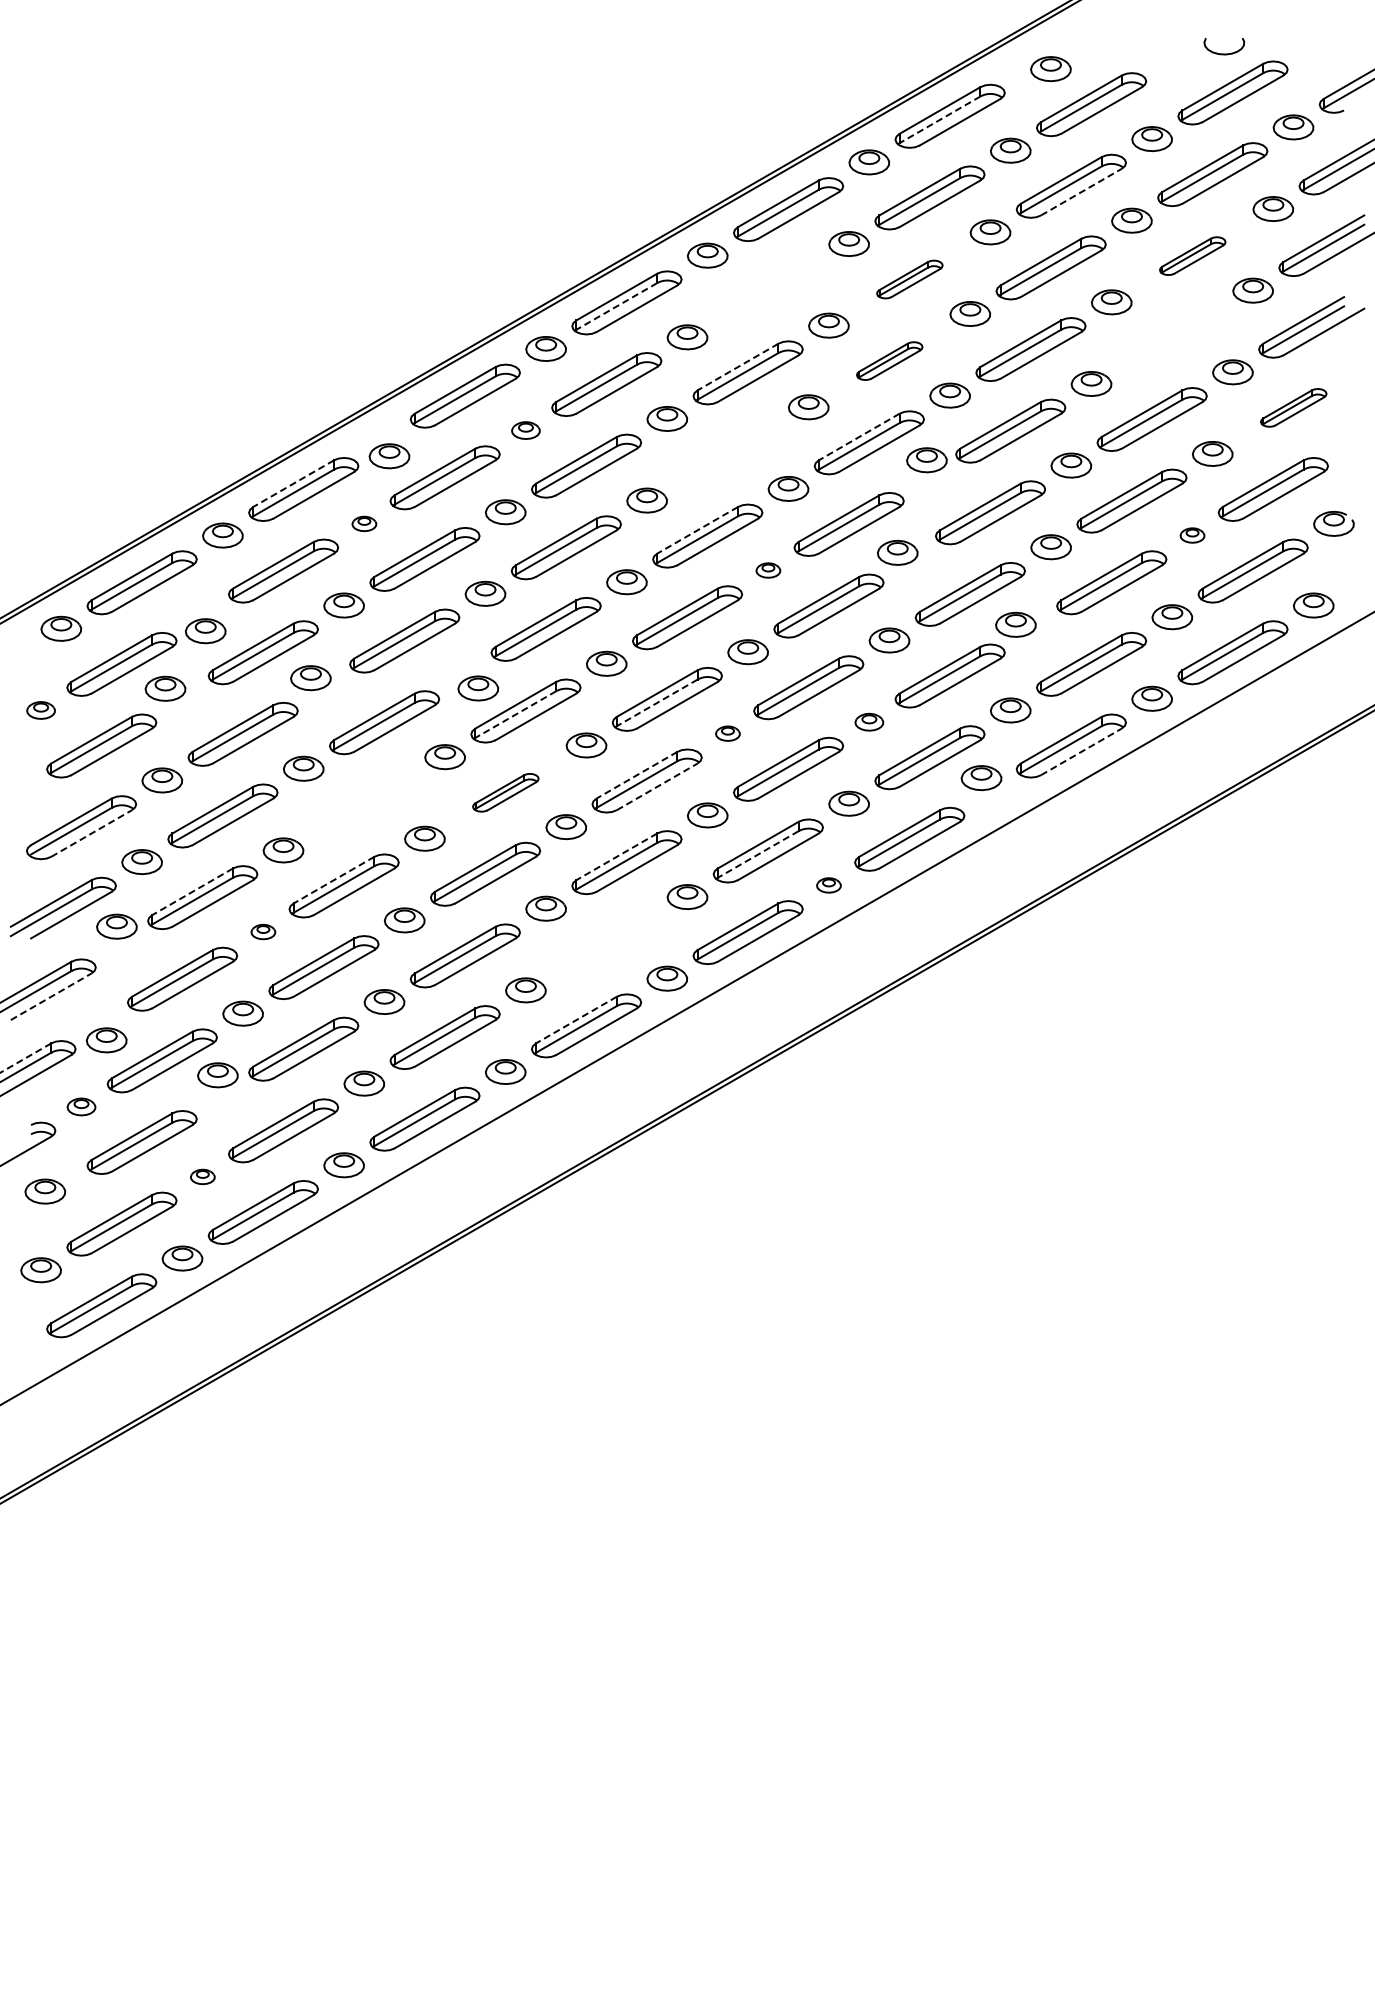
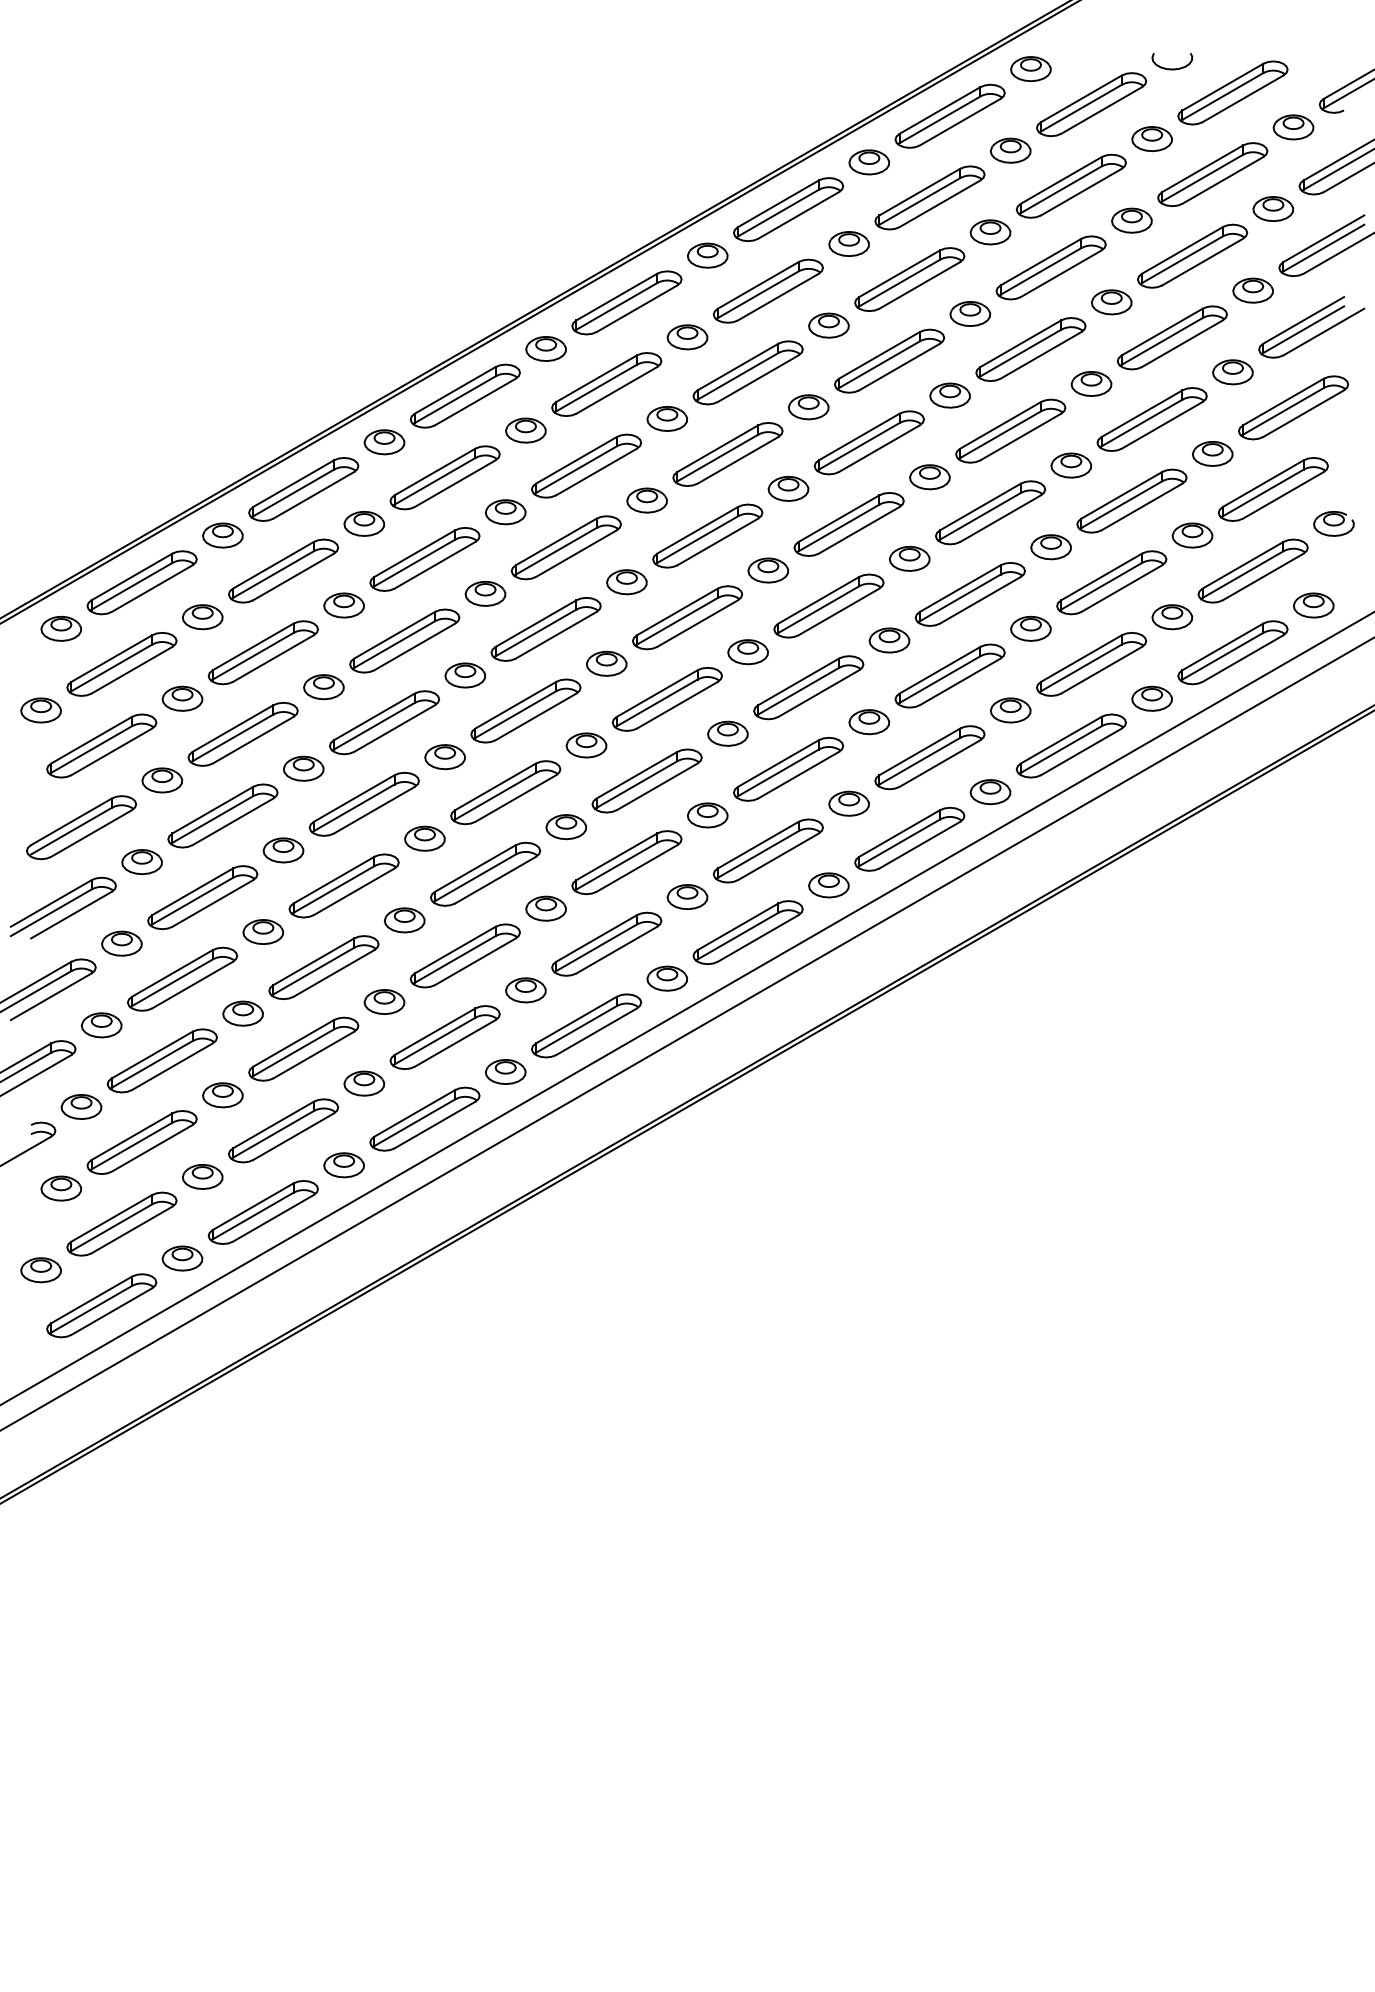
curve at (1224, 53) position: (1224, 53) -> (1172, 68)
part at (1050, 69) position: (1050, 69) -> (1030, 69)
line at (940, 119): dashed -> solid
line at (1081, 192): dashed -> solid
part at (1192, 255) size: 68x40 px -> 112x66 px
part at (909, 279) size: 68x41 px -> 112x65 px
part at (767, 290): none -> present
line at (616, 306): dashed -> solid
part at (1171, 337): none -> present
part at (889, 360) size: 68x40 px -> 112x66 px
line at (738, 367): dashed -> solid
part at (1293, 407) size: 68x40 px -> 112x66 px
part at (525, 430) size: 30x19 px -> 42x27 px
line at (859, 437): dashed -> solid
part at (727, 454): none -> present
part at (389, 456) position: (389, 456) -> (384, 442)
part at (926, 460) position: (926, 460) -> (929, 477)
line at (293, 483): dashed -> solid
part at (364, 523) size: 27x18 px -> 43x26 px
line at (697, 530): dashed -> solid
part at (1192, 535) size: 27x17 px -> 43x27 px
part at (897, 552) position: (897, 552) -> (909, 558)
part at (768, 570) size: 27x17 px -> 43x27 px
part at (1015, 624) position: (1015, 624) -> (1030, 628)
part at (205, 631) position: (205, 631) -> (202, 617)
part at (310, 678) position: (310, 678) -> (323, 687)
part at (165, 688) position: (165, 688) -> (182, 698)
part at (478, 688) position: (478, 688) -> (465, 675)
line at (657, 702): dashed -> solid
part at (40, 710) size: 30x19 px -> 42x27 px
line at (515, 714): dashed -> solid
part at (869, 721) size: 31x20 px -> 43x27 px
part at (727, 733) size: 26x17 px -> 42x27 px
line at (1081, 751): dashed -> solid
line at (637, 775): dashed -> solid
part at (981, 778) position: (981, 778) -> (990, 792)
line at (657, 786): dashed -> solid
part at (505, 792) size: 68x40 px -> 112x66 px
part at (363, 803): none -> present
line at (91, 833): dashed -> solid
line at (758, 854): dashed -> solid
line at (616, 856): dashed -> solid
line at (334, 880): dashed -> solid
part at (828, 885) size: 26x17 px -> 42x27 px
line at (192, 891): dashed -> solid
part at (116, 926) position: (116, 926) -> (121, 943)
part at (263, 931) size: 27x18 px -> 43x26 px
part at (606, 943): none -> present
line at (51, 996): dashed -> solid
line at (576, 1020): dashed -> solid
line at (686, 1034): none -> present
part at (106, 1040) position: (106, 1040) -> (101, 1025)
line at (25, 1058): dashed -> solid
part at (217, 1075) position: (217, 1075) -> (222, 1095)
part at (81, 1106) size: 31x20 px -> 43x26 px
part at (202, 1176) size: 26x18 px -> 42x26 px
part at (44, 1191) position: (44, 1191) -> (60, 1188)
